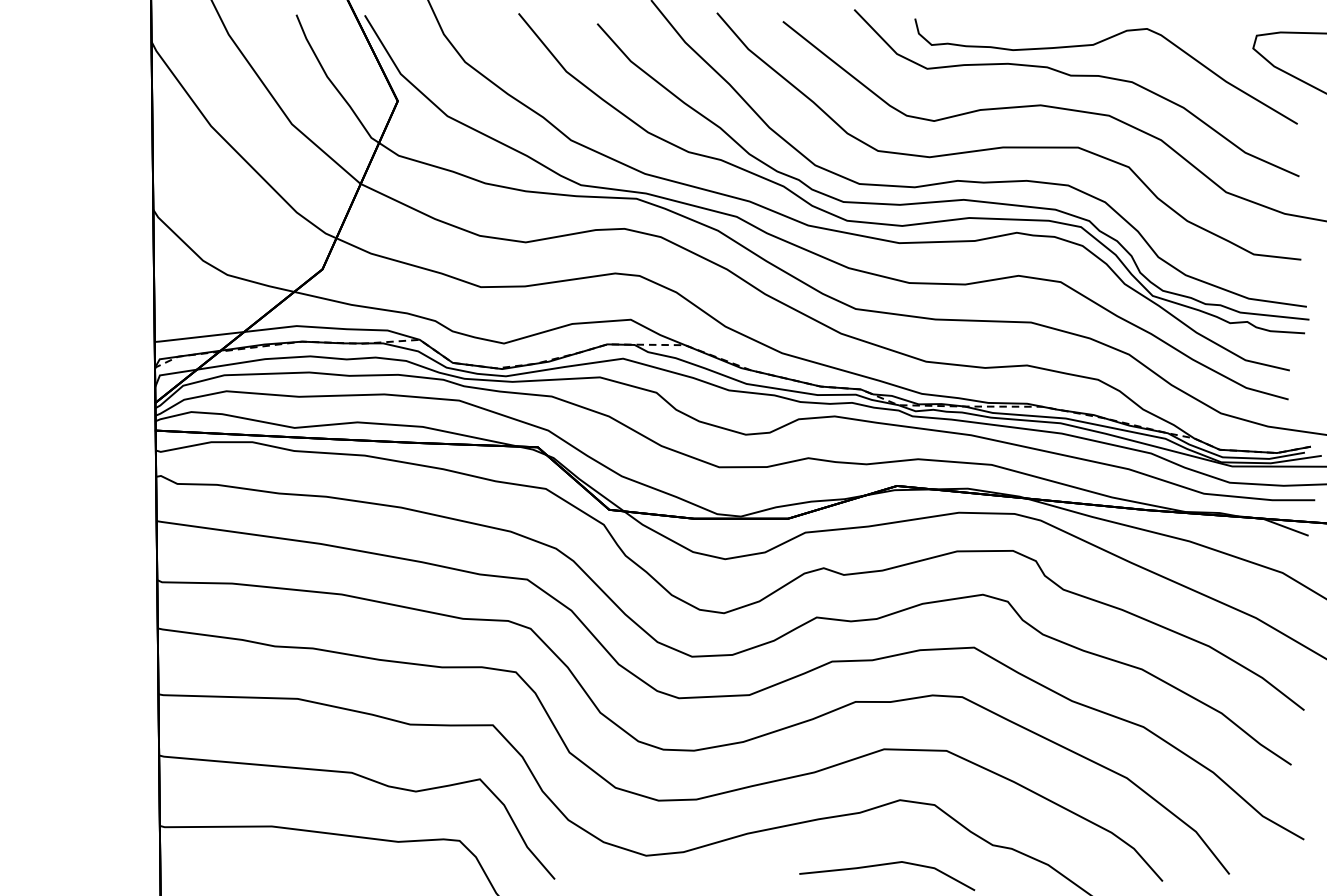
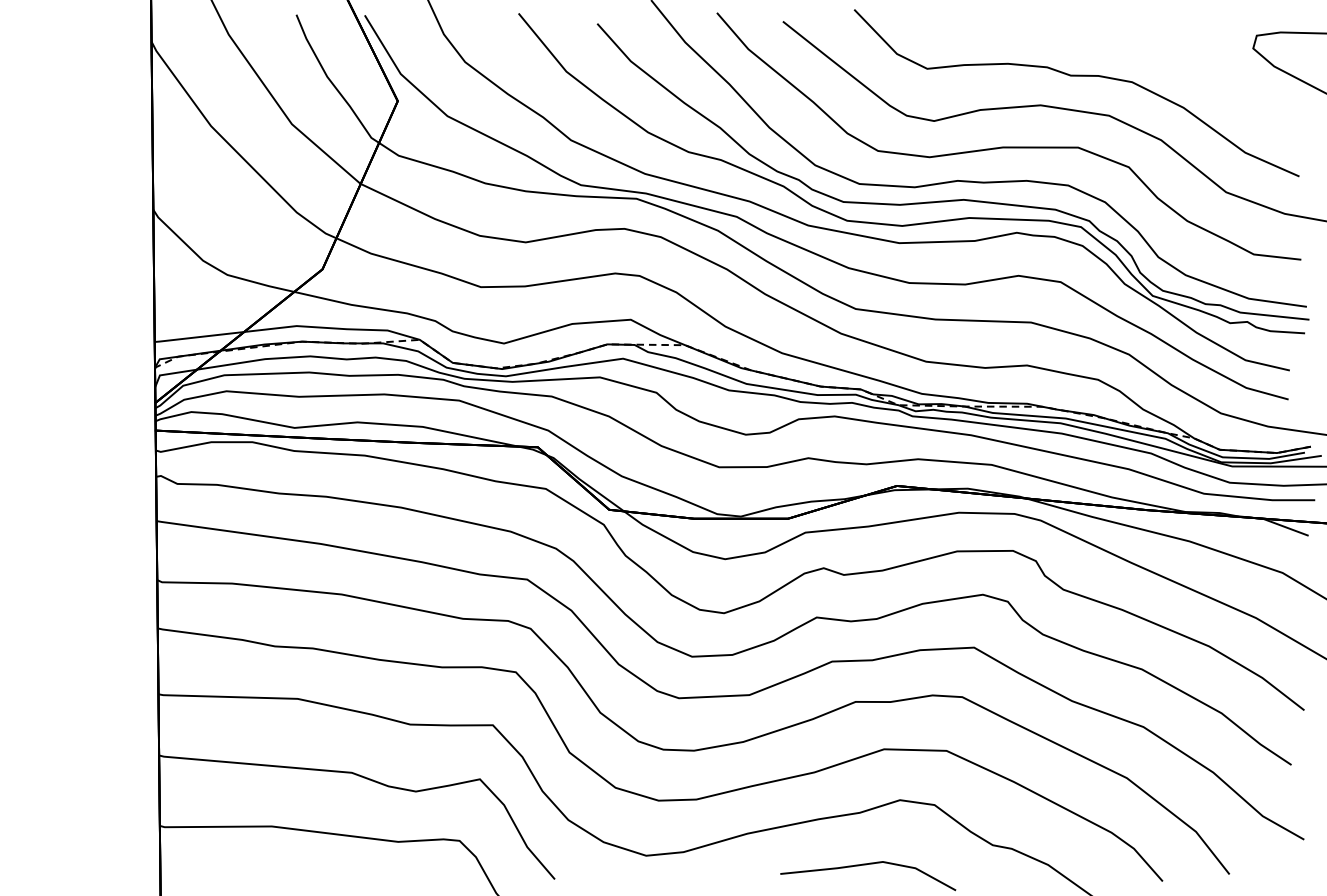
curve at (1097, 44): present -> none
line at (885, 865) position: (885, 865) -> (866, 865)
